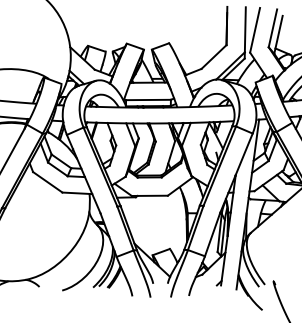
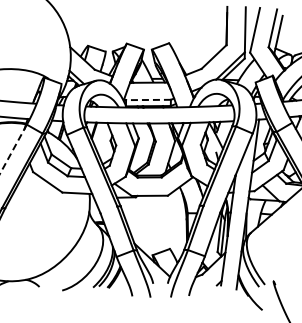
line at (148, 99): solid -> dashed
line at (13, 149): solid -> dashed
